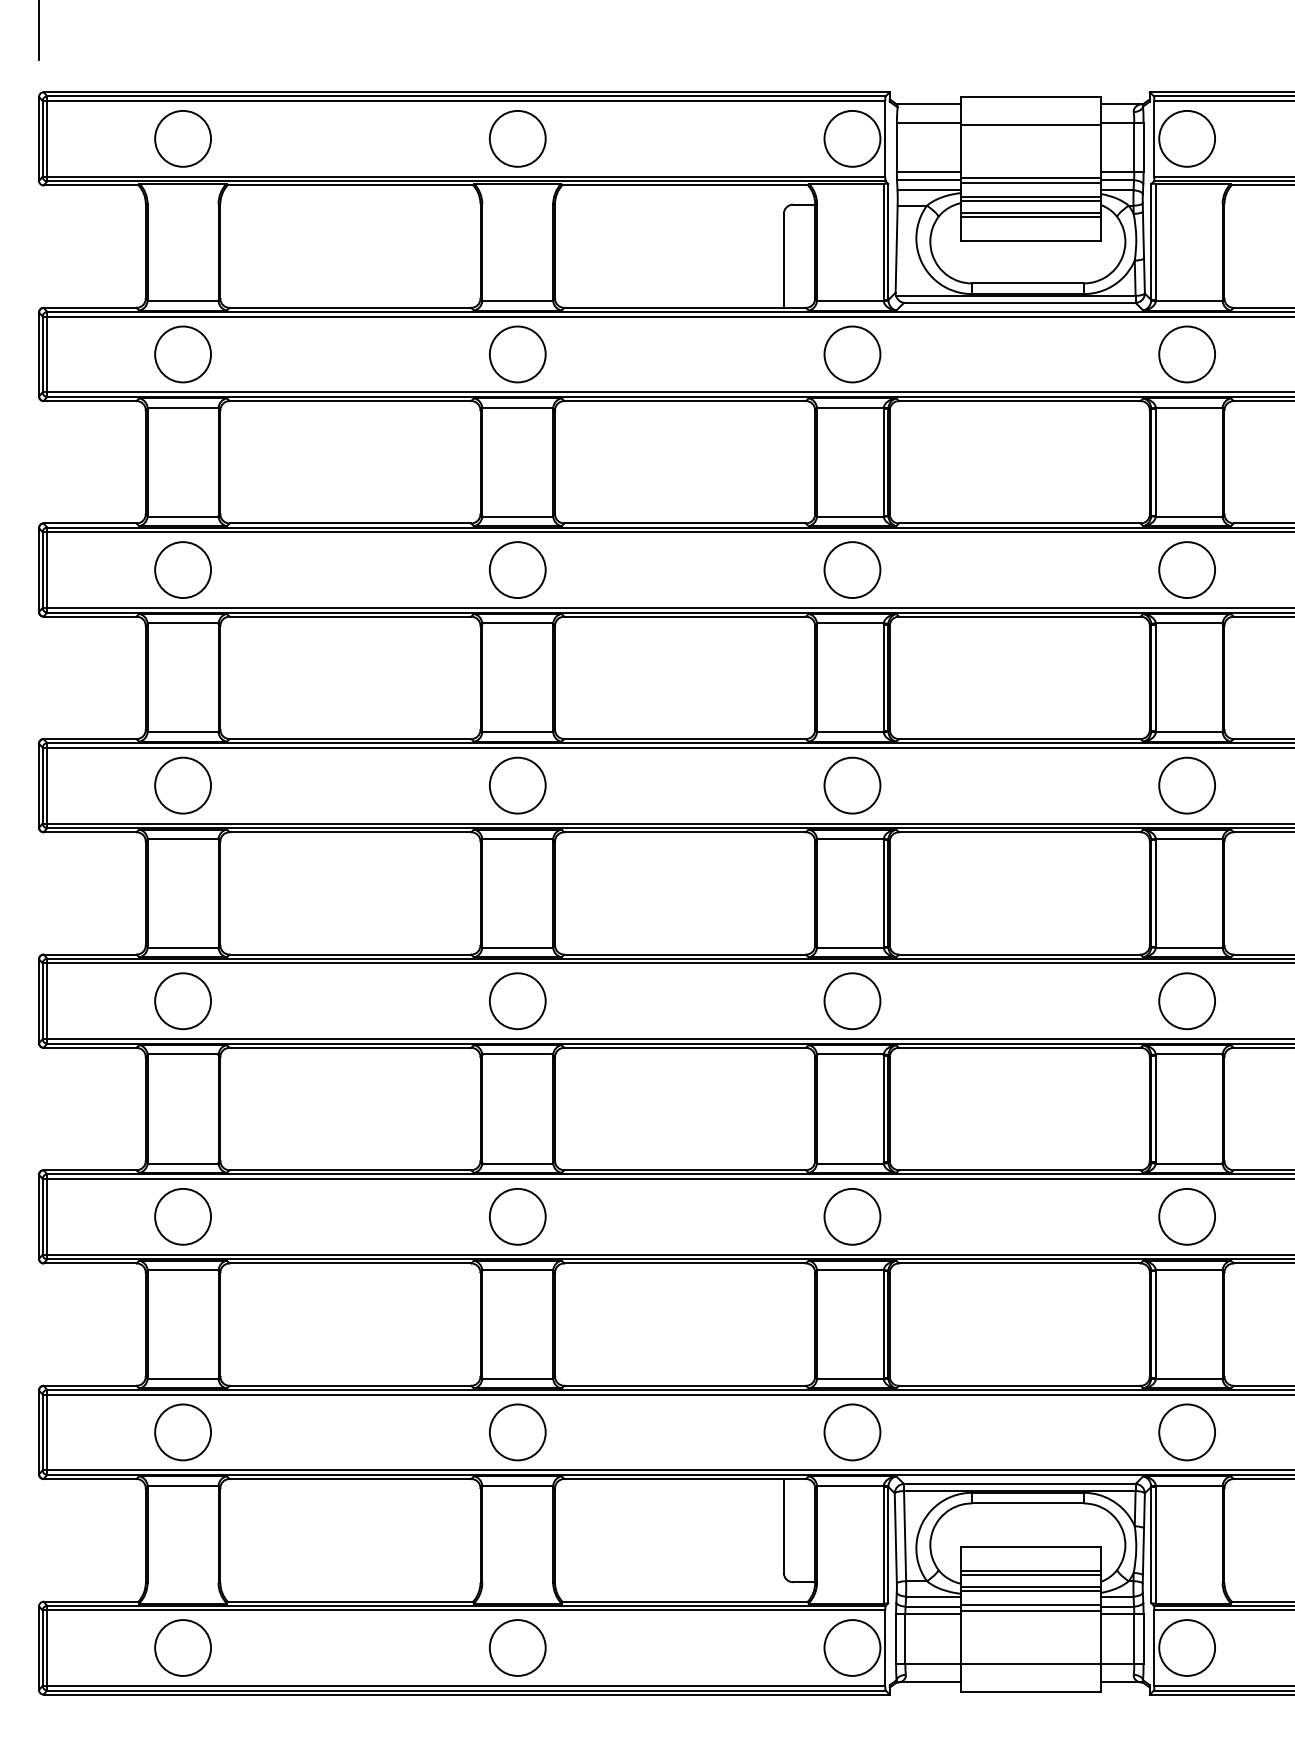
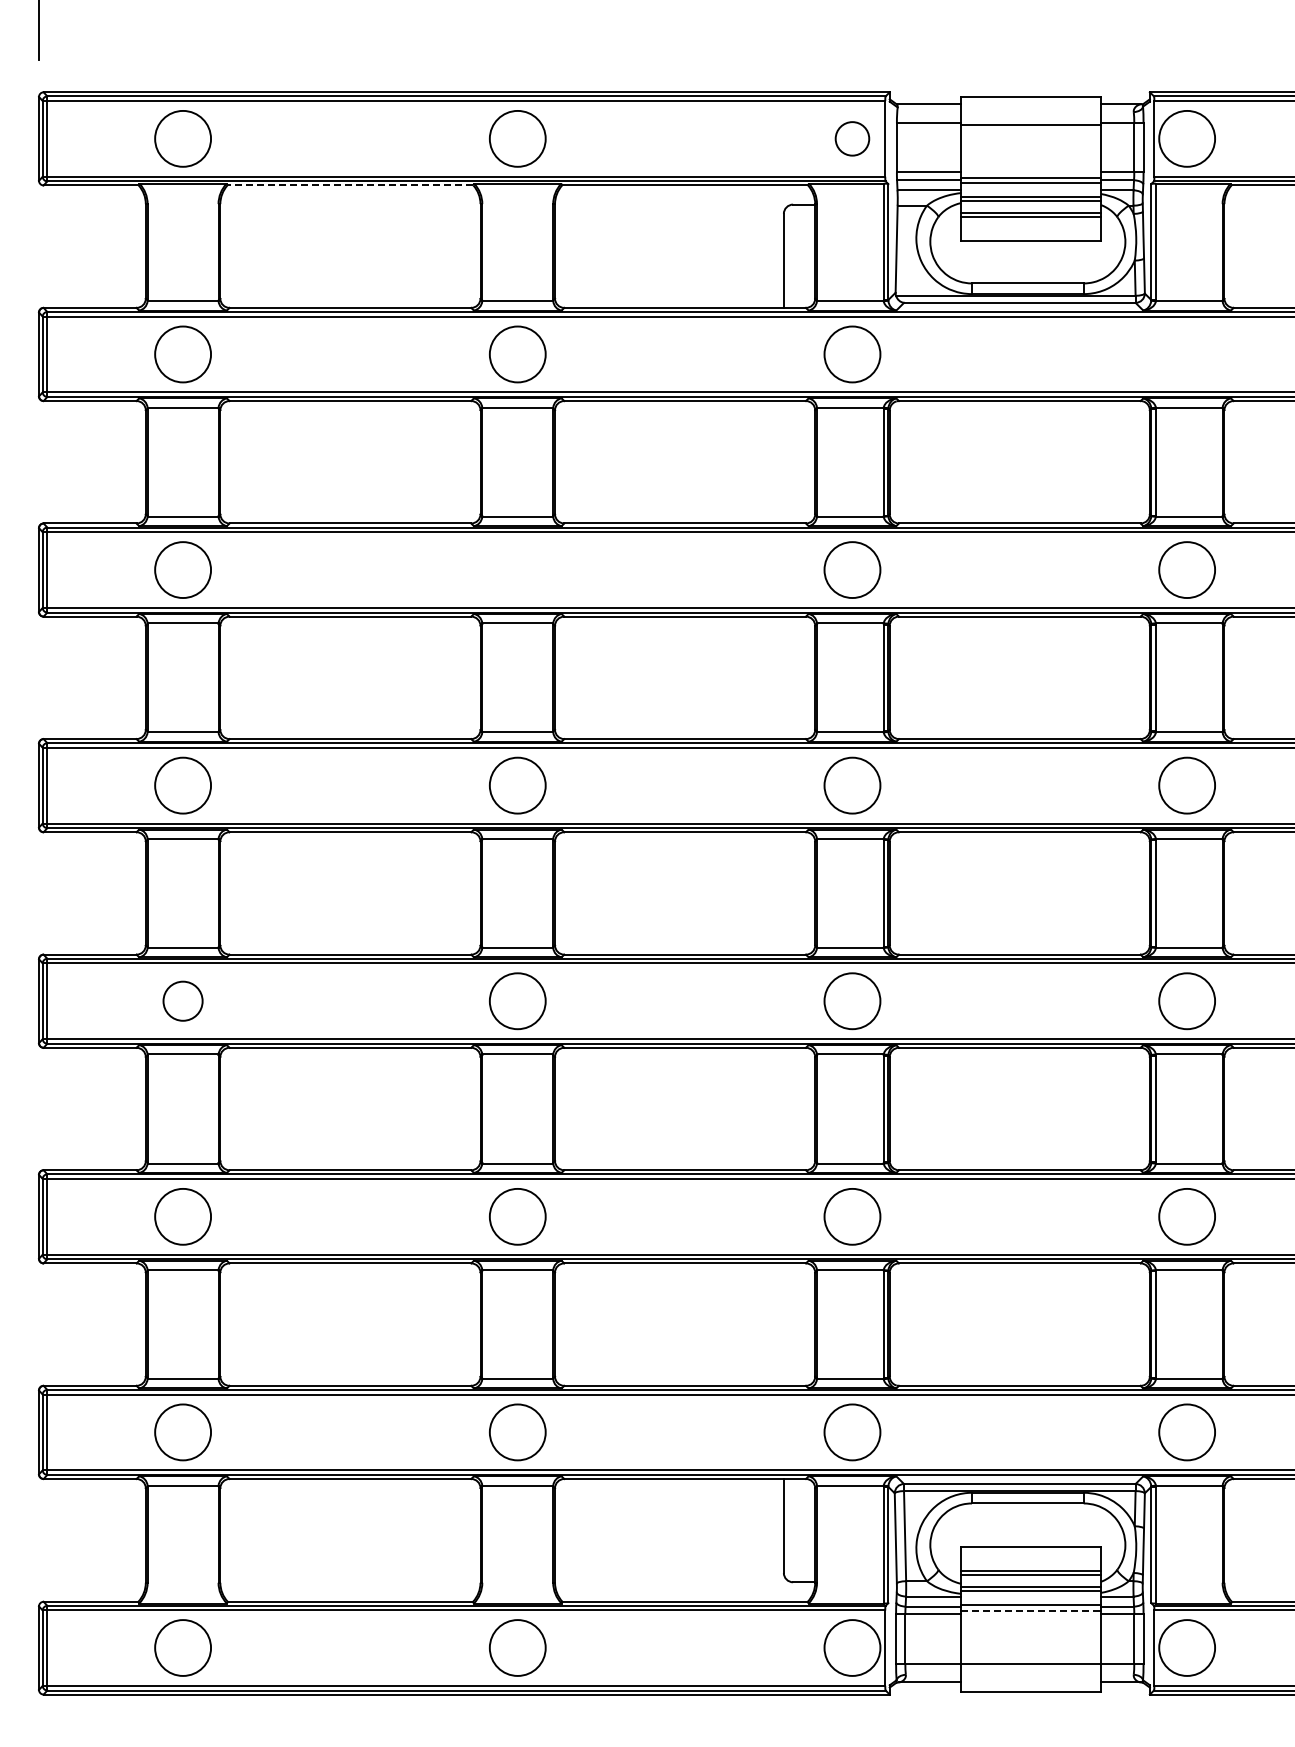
circle at (852, 138) diameter: 56 px -> 34 px
line at (350, 185): solid -> dashed
circle at (1186, 354): present -> none
circle at (517, 569): present -> none
circle at (183, 1001) diameter: 56 px -> 39 px
line at (1031, 1611): solid -> dashed
